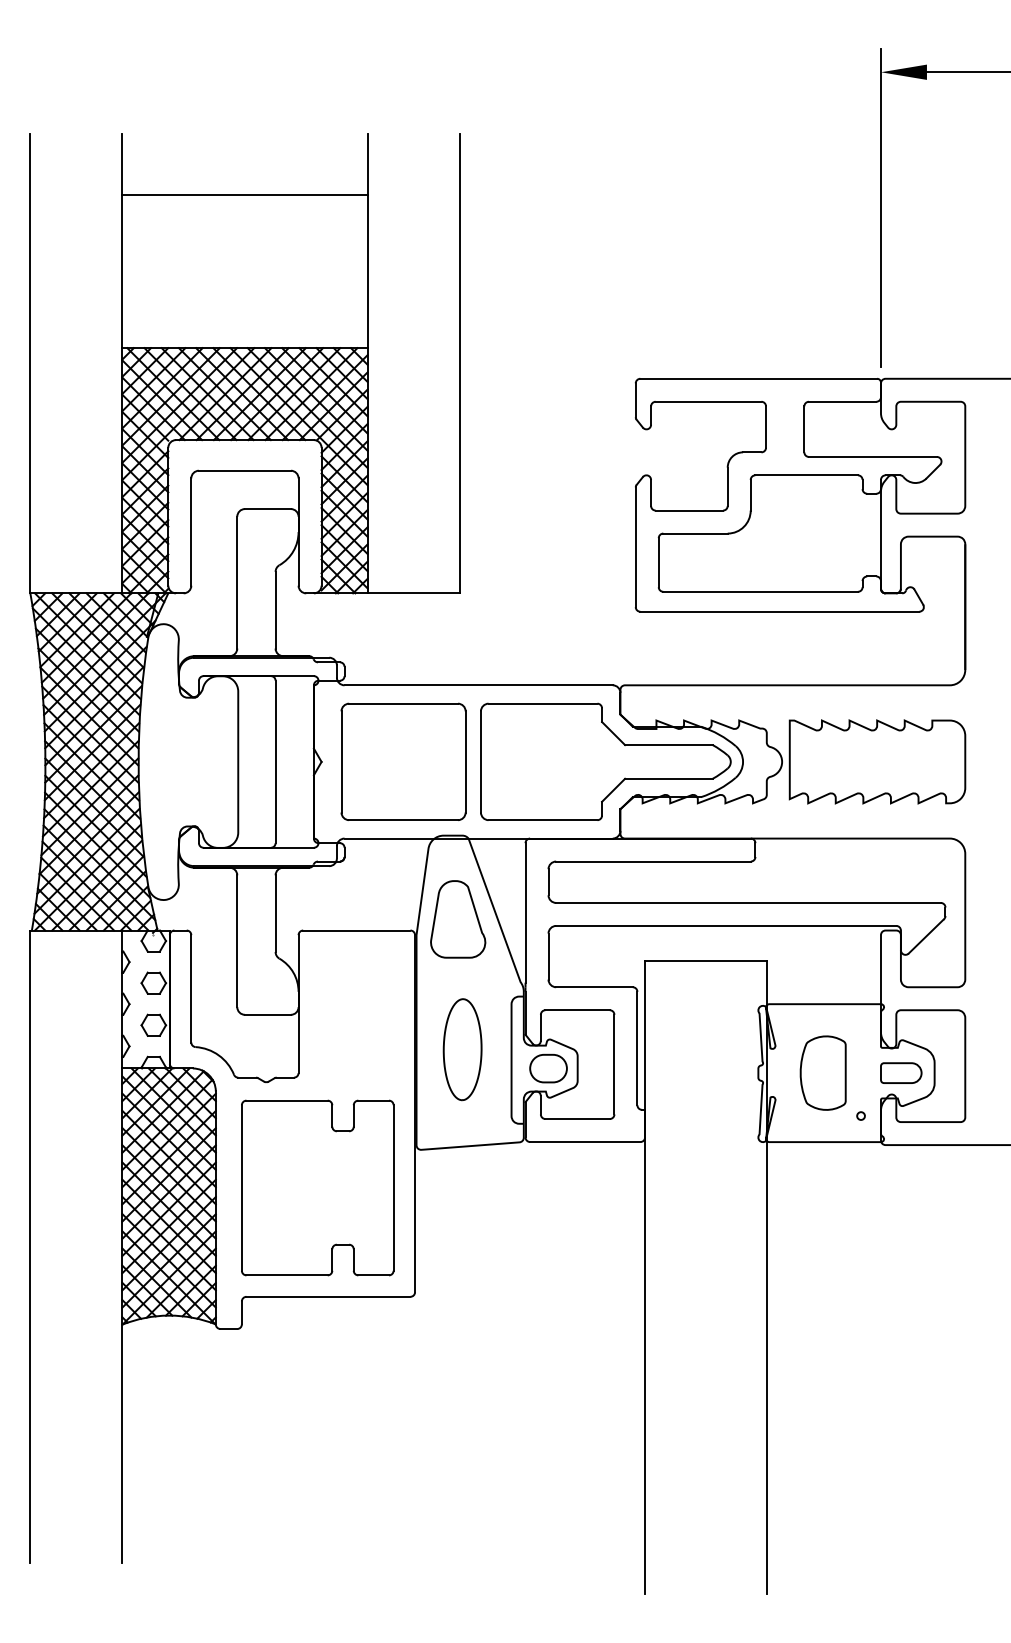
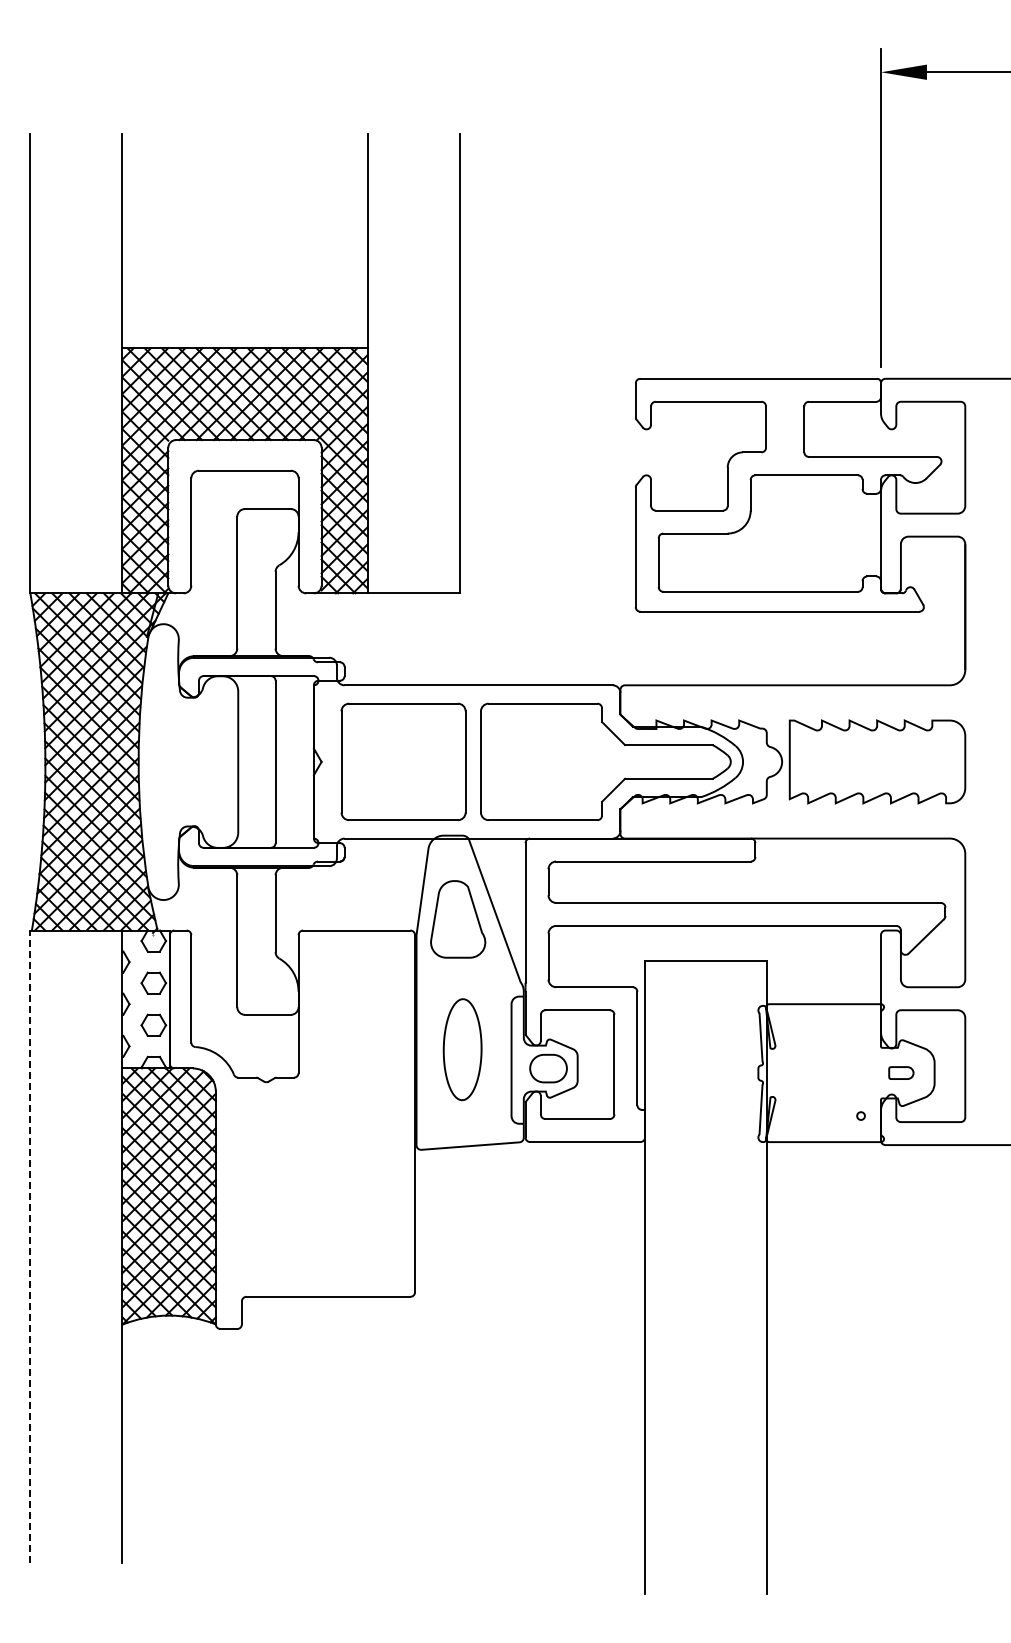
line at (244, 194): present -> none
part at (822, 1072): present -> none
part at (901, 1072) size: 43x22 px -> 27x14 px
part at (317, 1187): present -> none
line at (30, 1246): solid -> dashed
